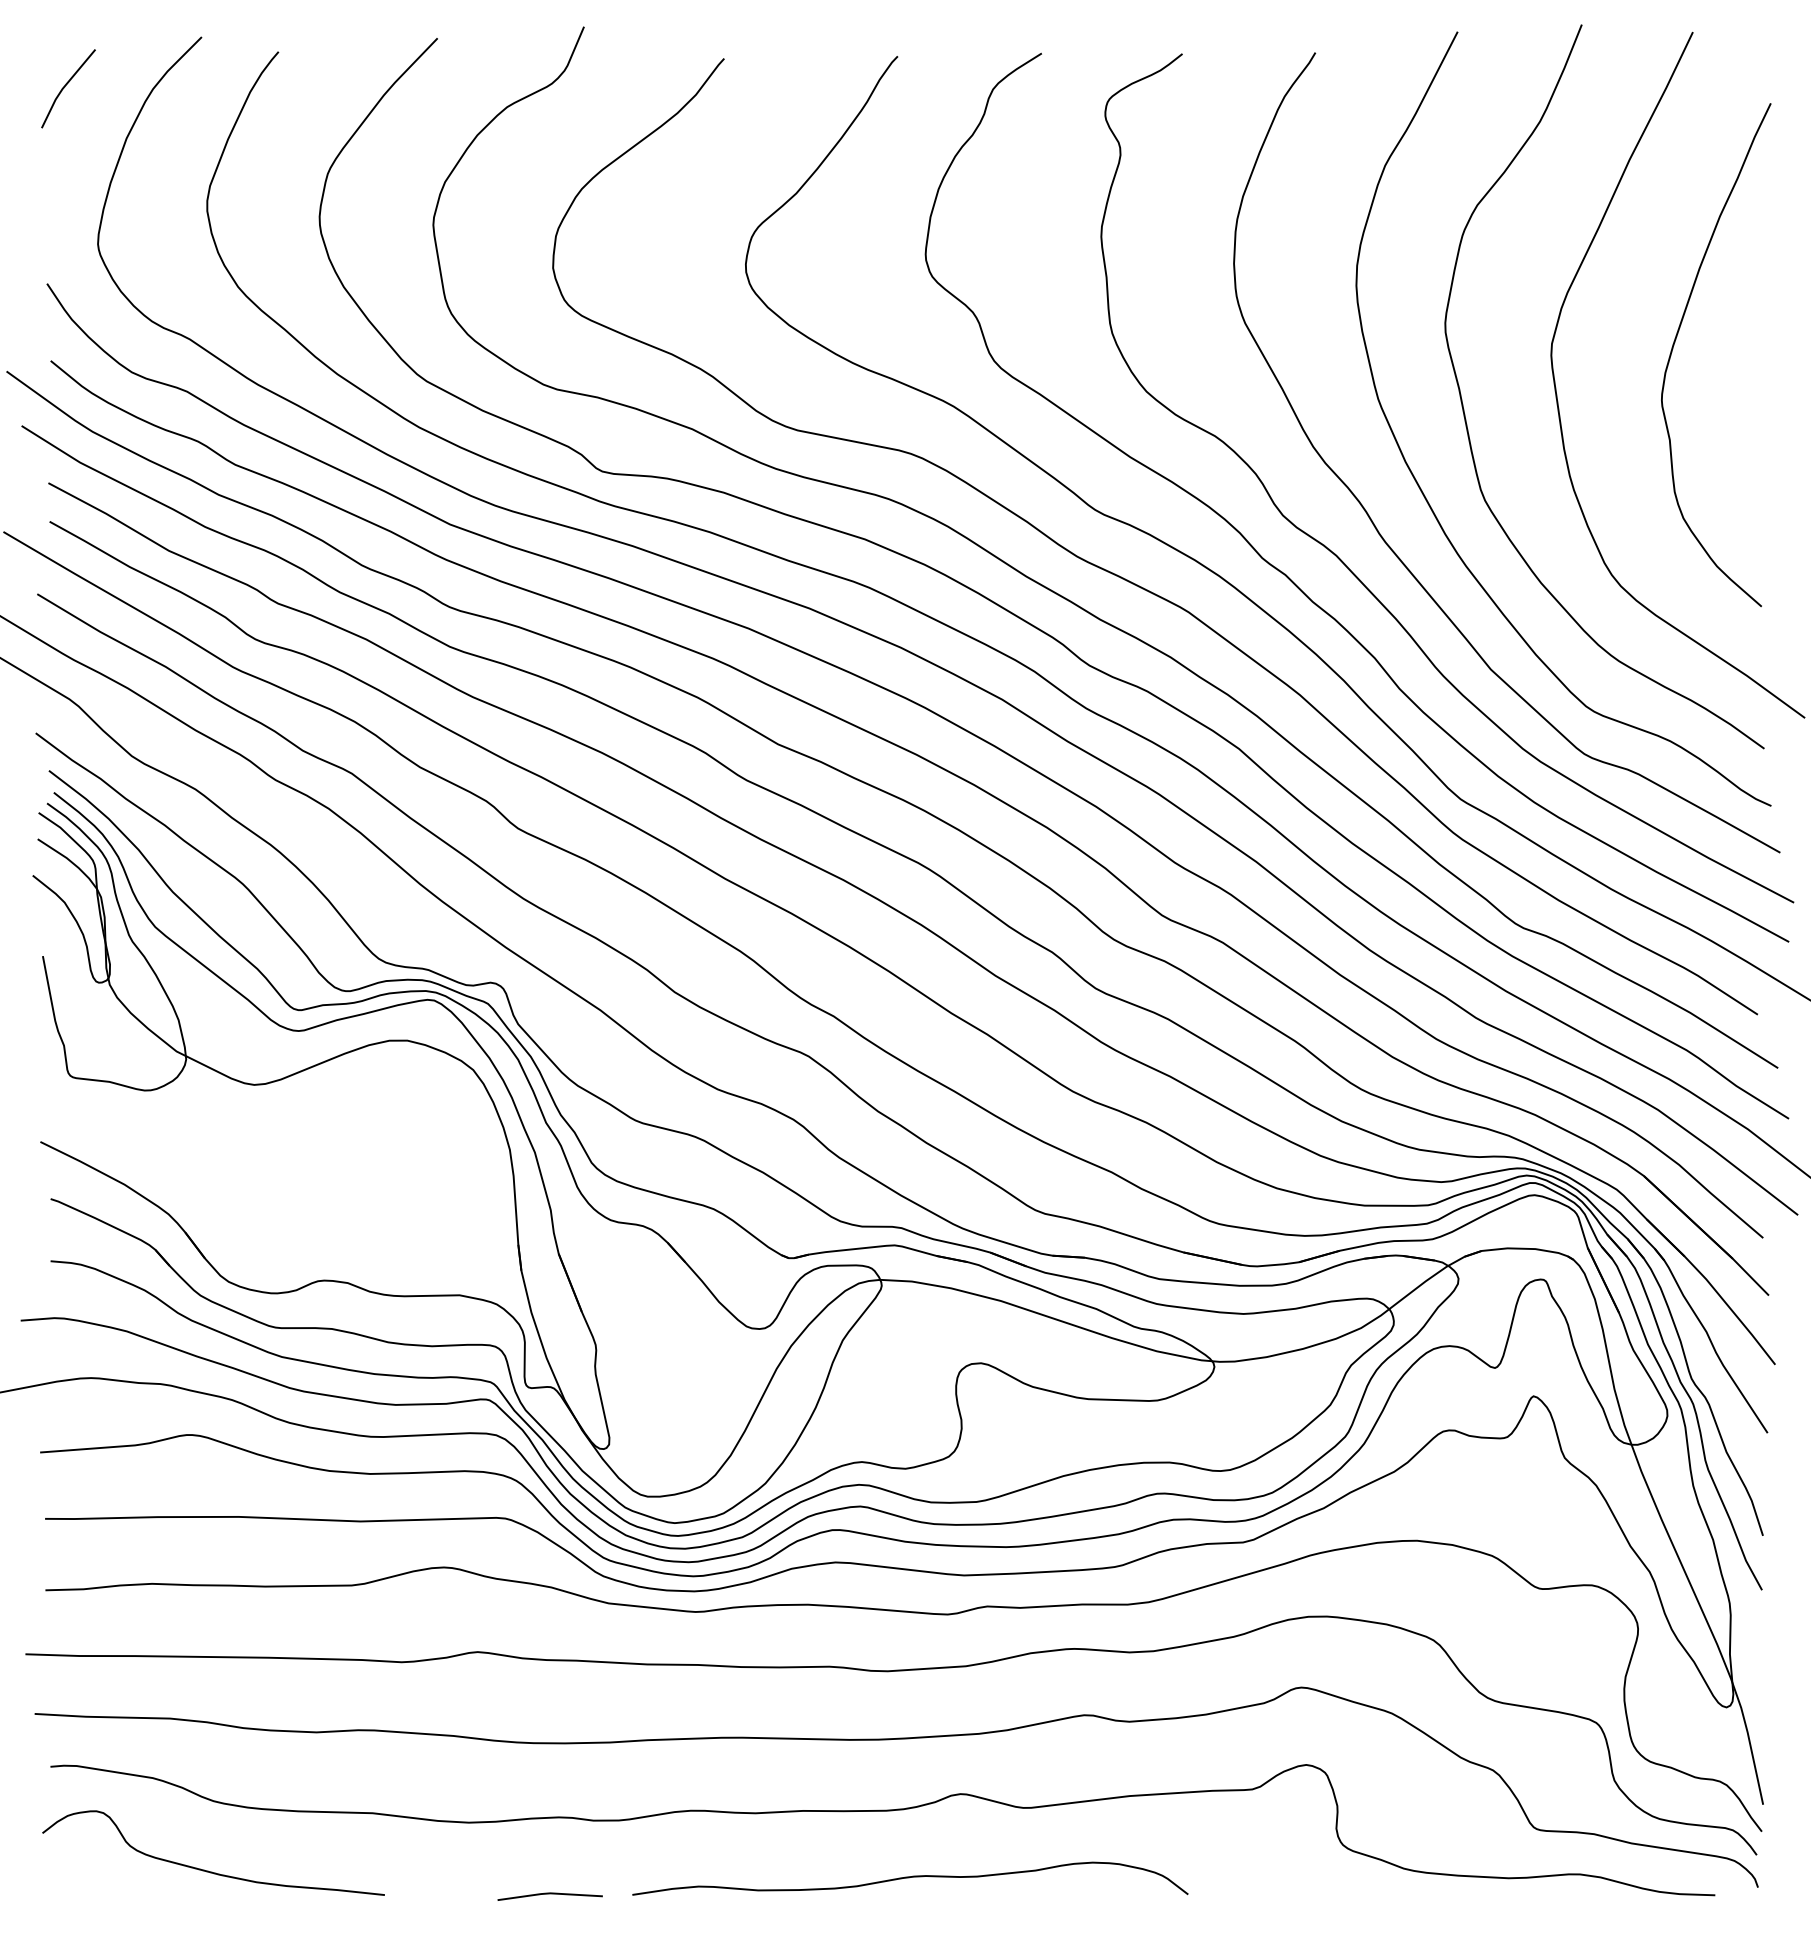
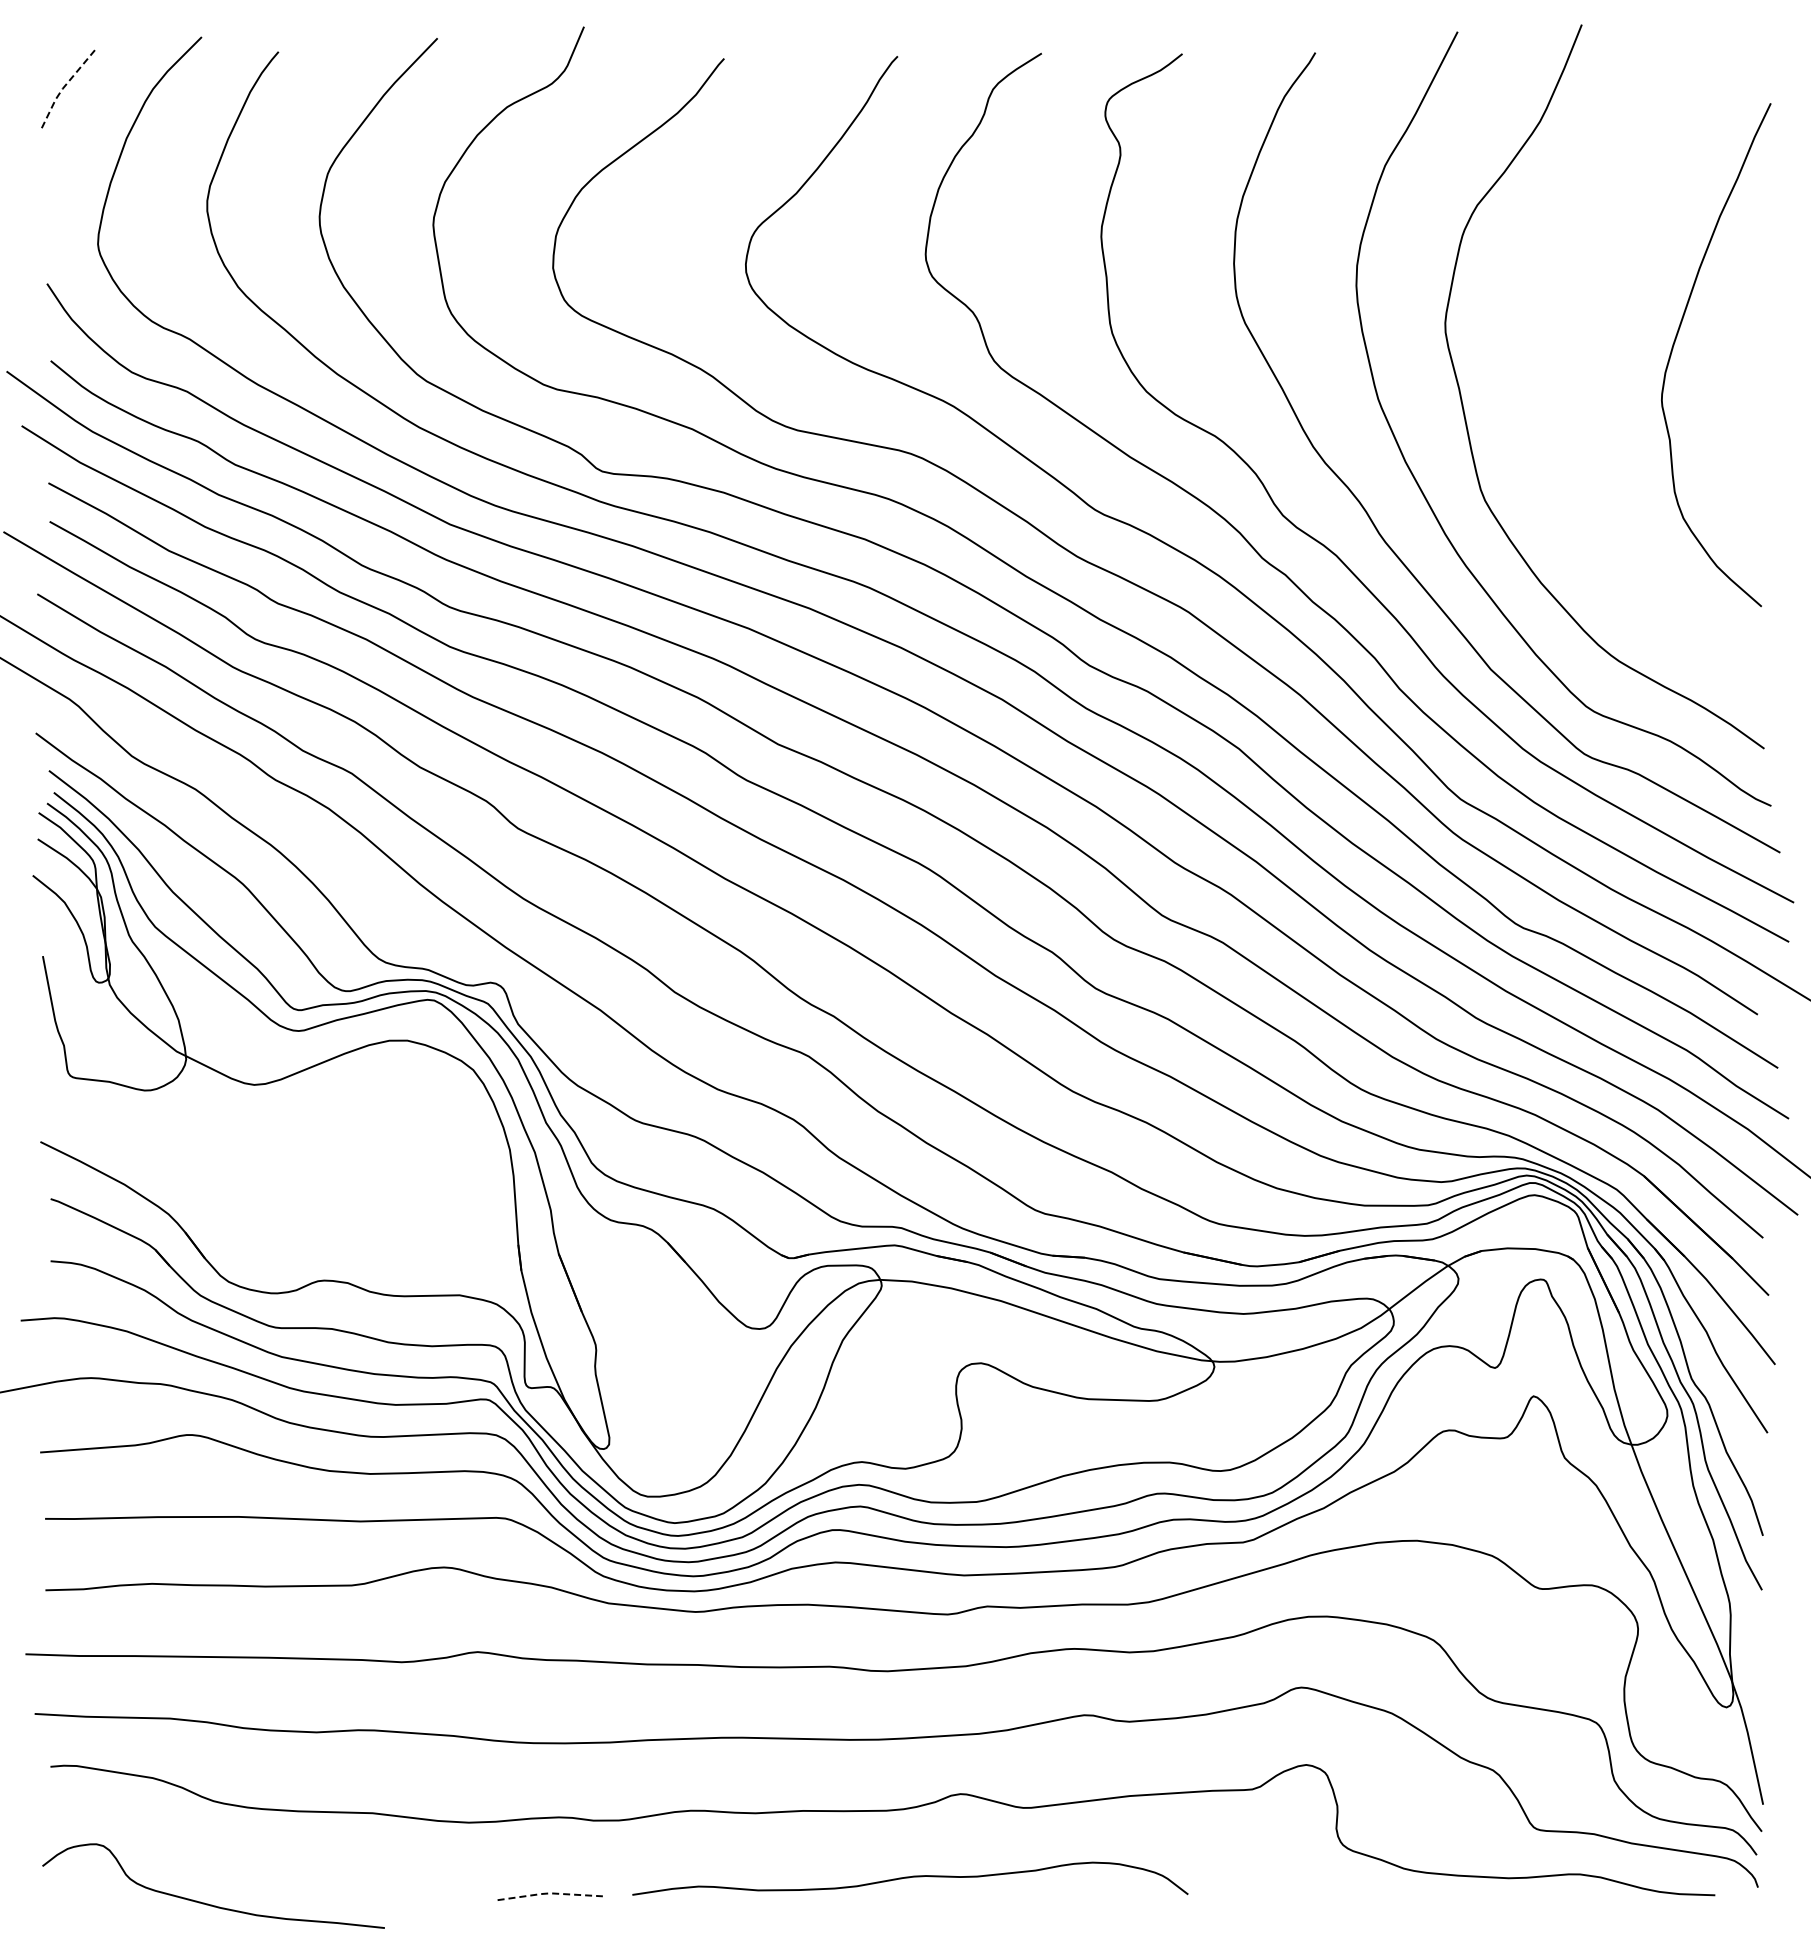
line at (64, 86): solid -> dashed
curve at (1557, 394): present -> none
curve at (208, 1870) position: (208, 1870) -> (208, 1903)
line at (550, 1893): solid -> dashed
